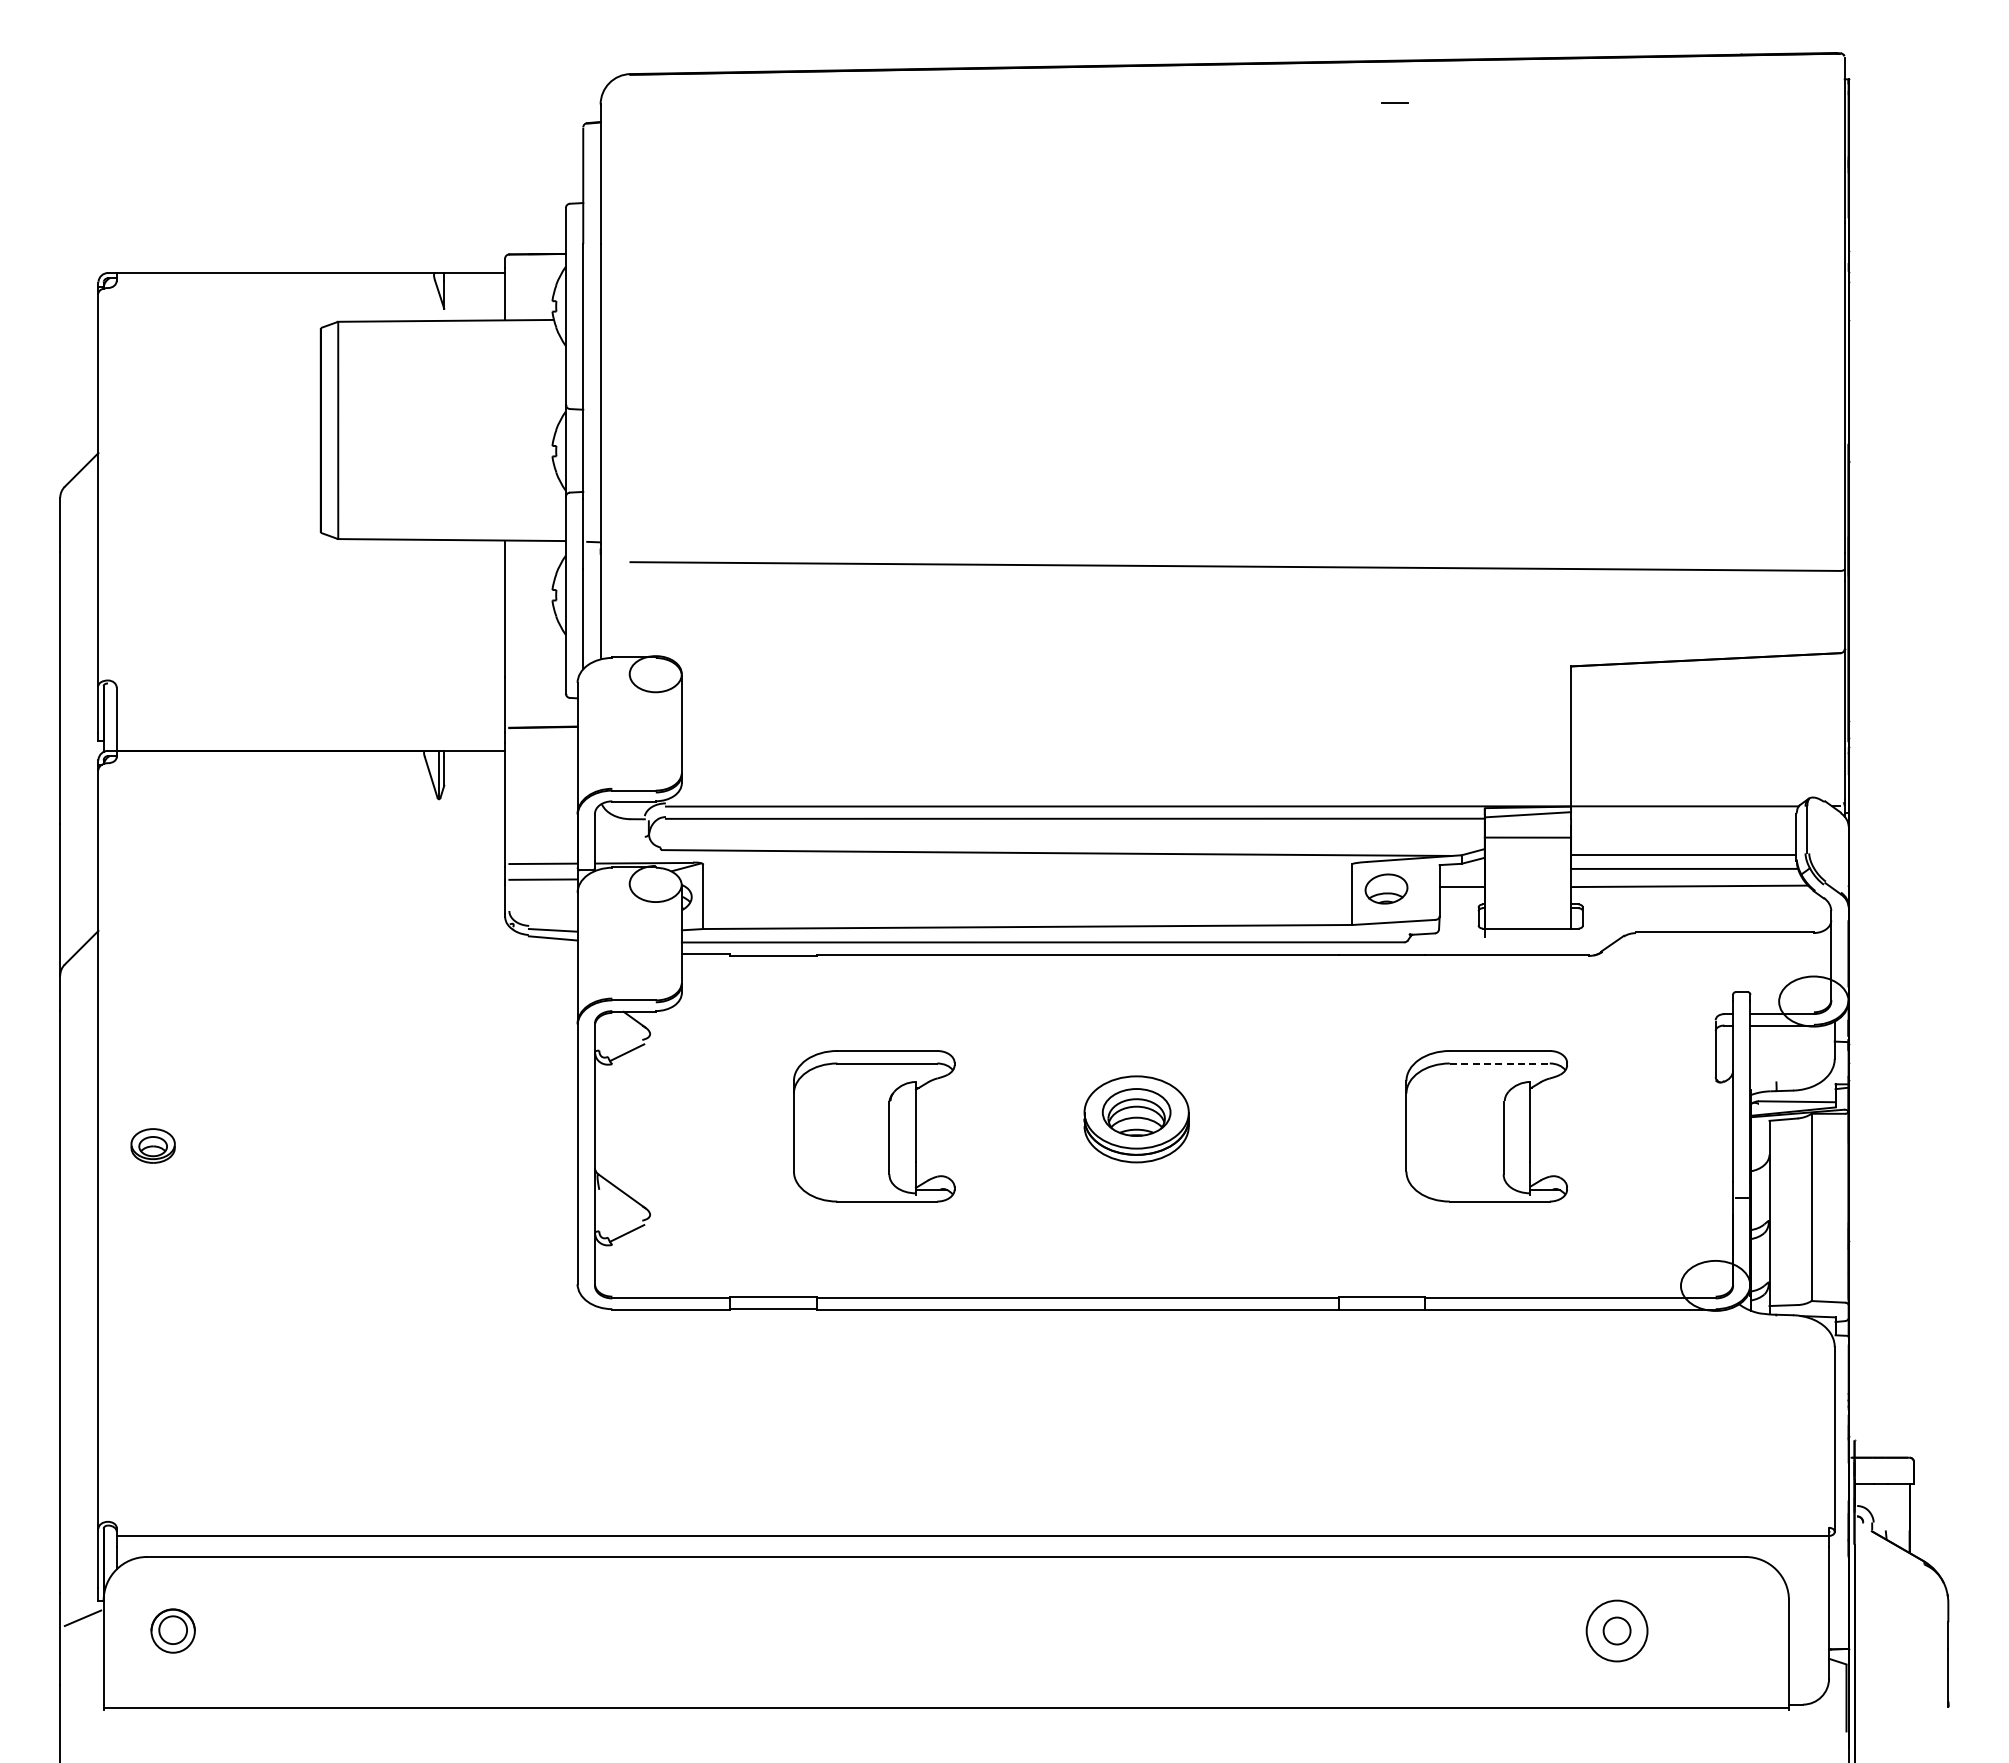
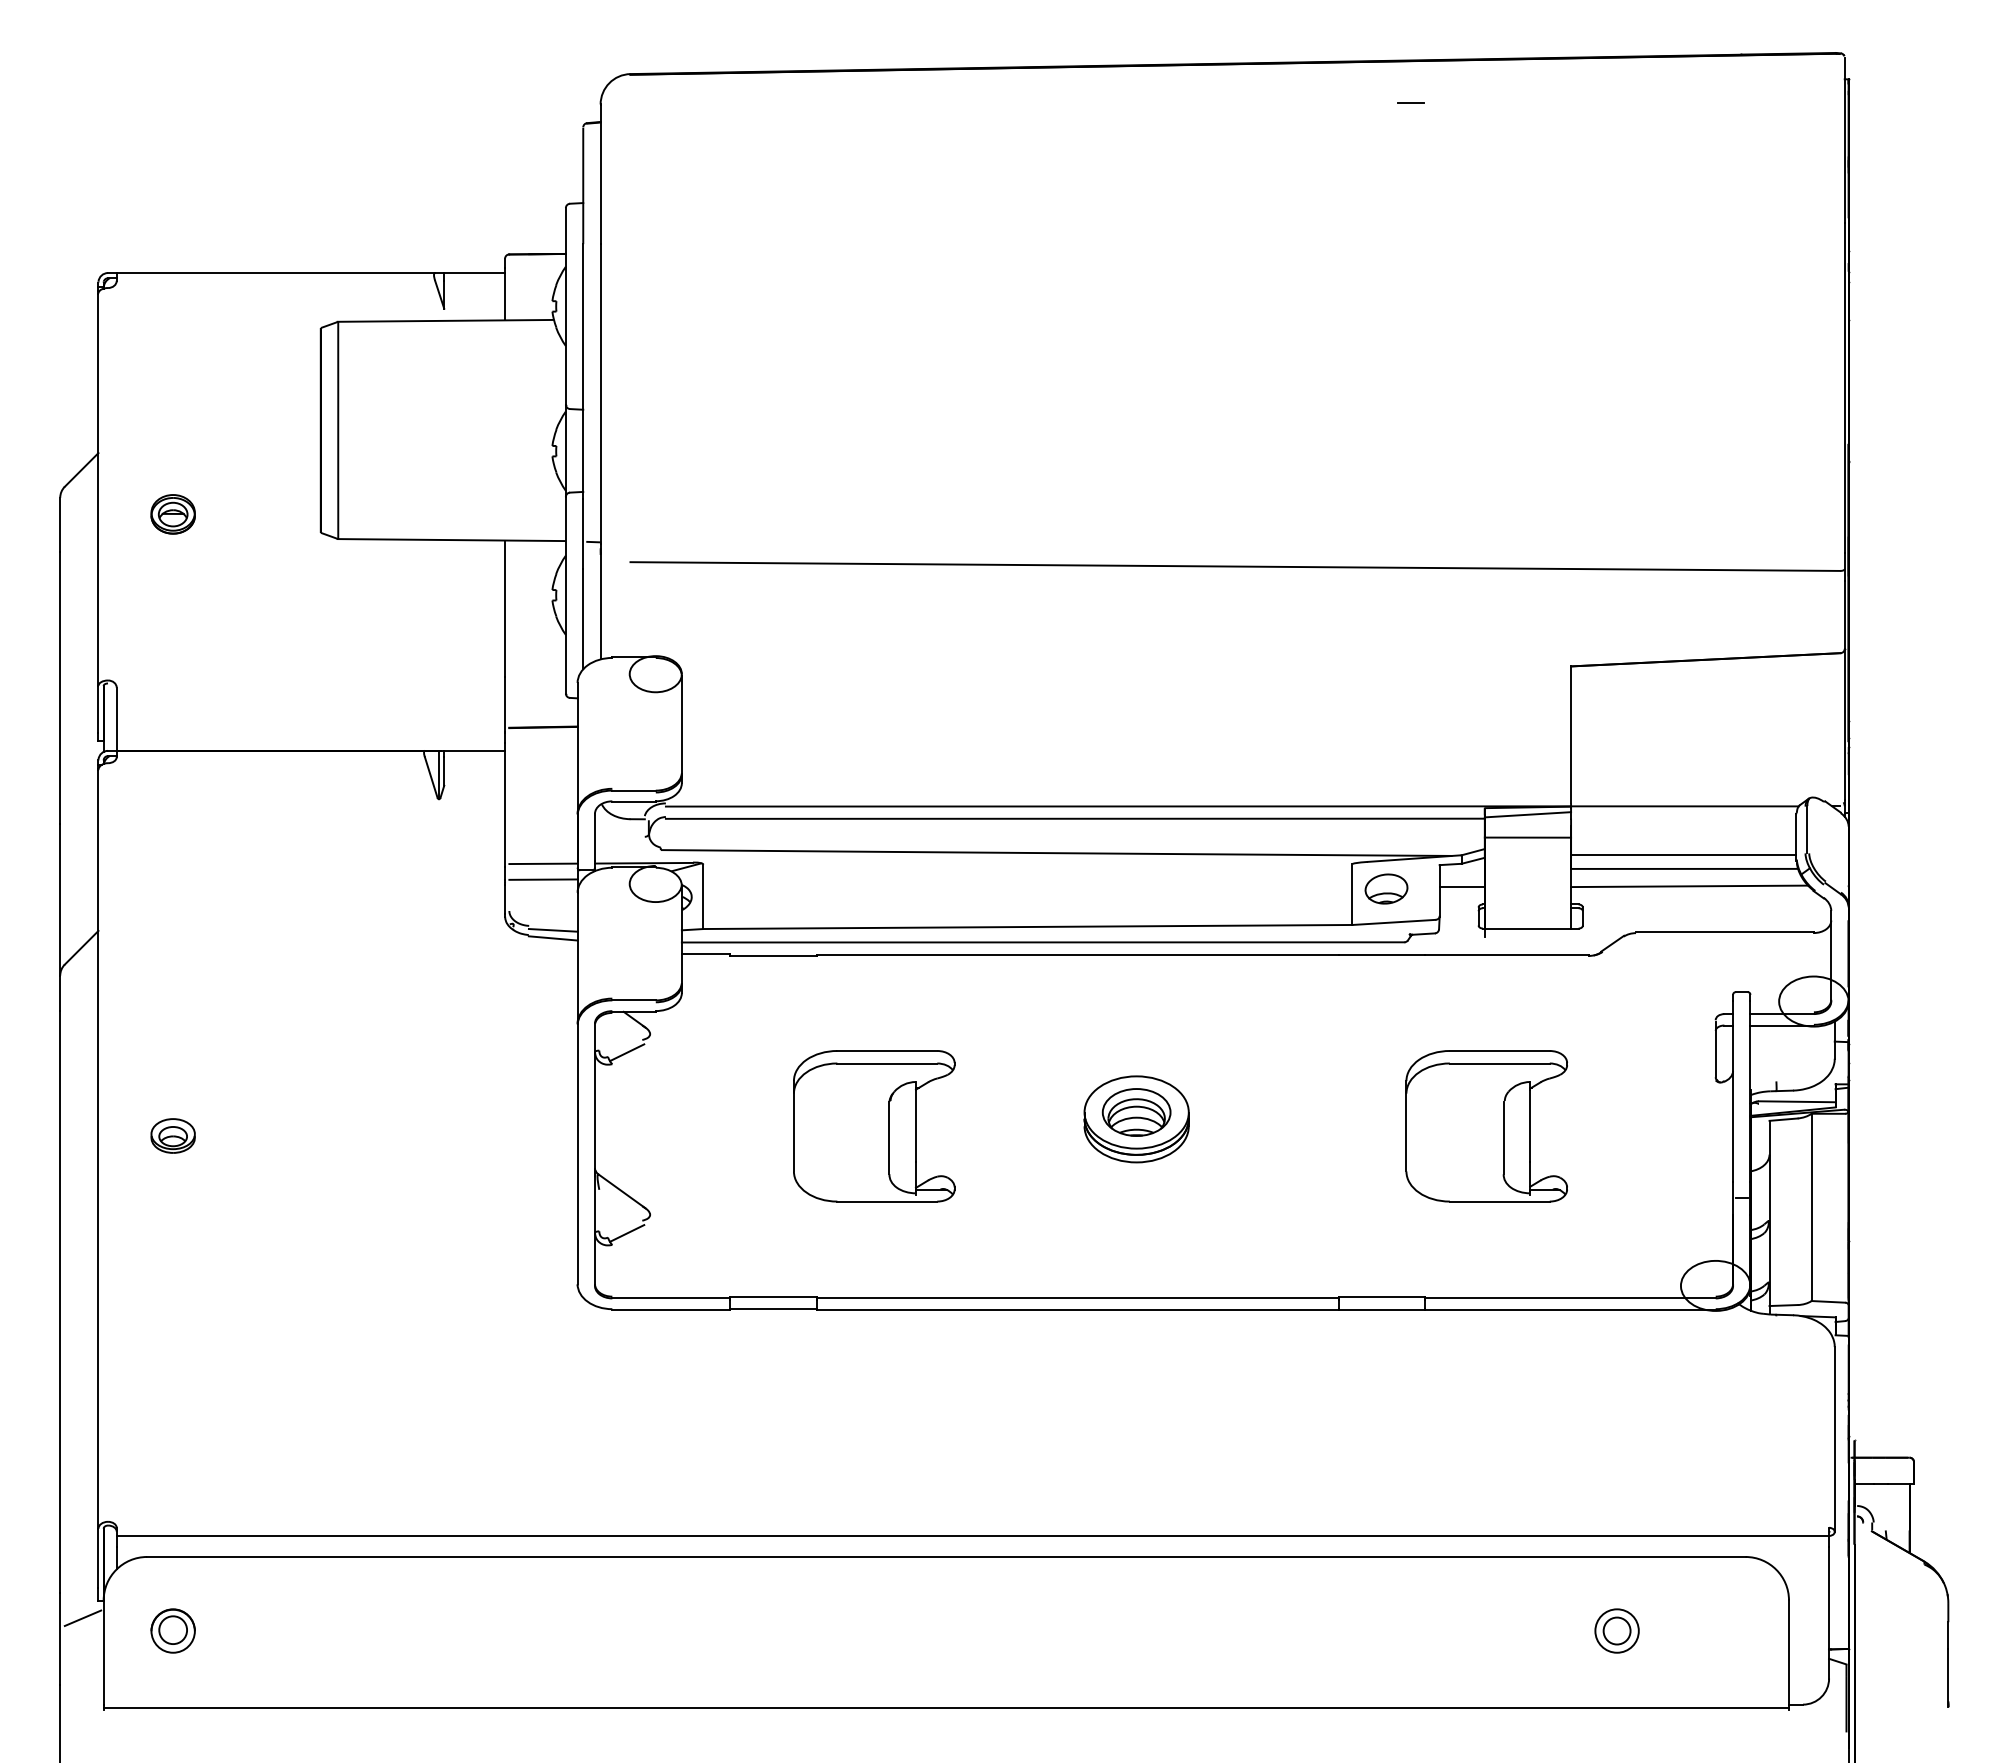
line at (1394, 102) position: (1394, 102) -> (1410, 102)
part at (172, 514): none -> present
line at (1499, 1063): dashed -> solid
part at (152, 1145) position: (152, 1145) -> (172, 1135)
circle at (1616, 1630) diameter: 61 px -> 43 px
